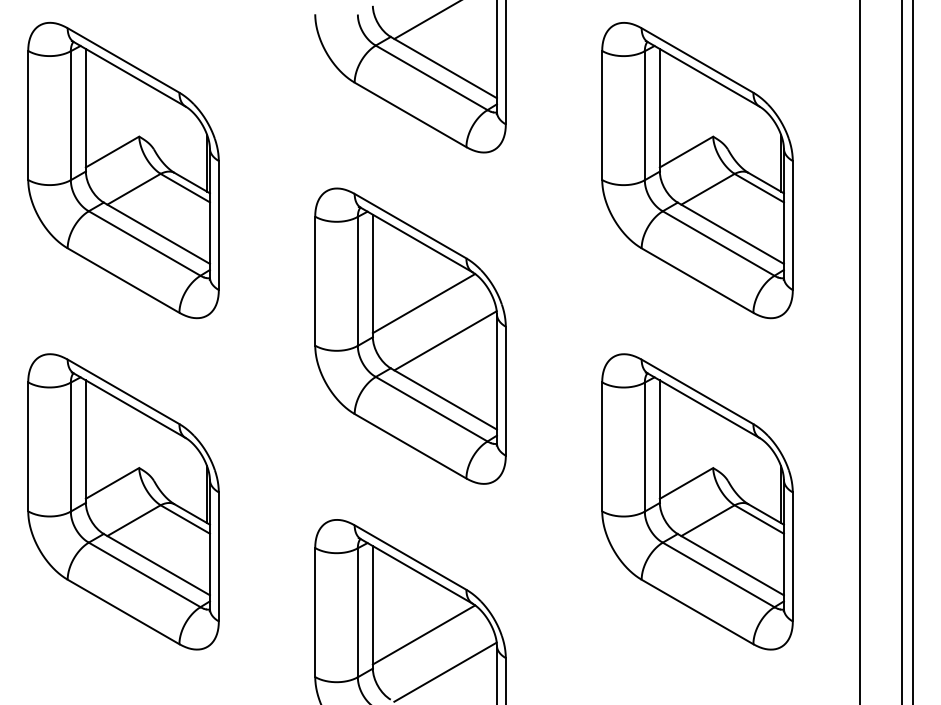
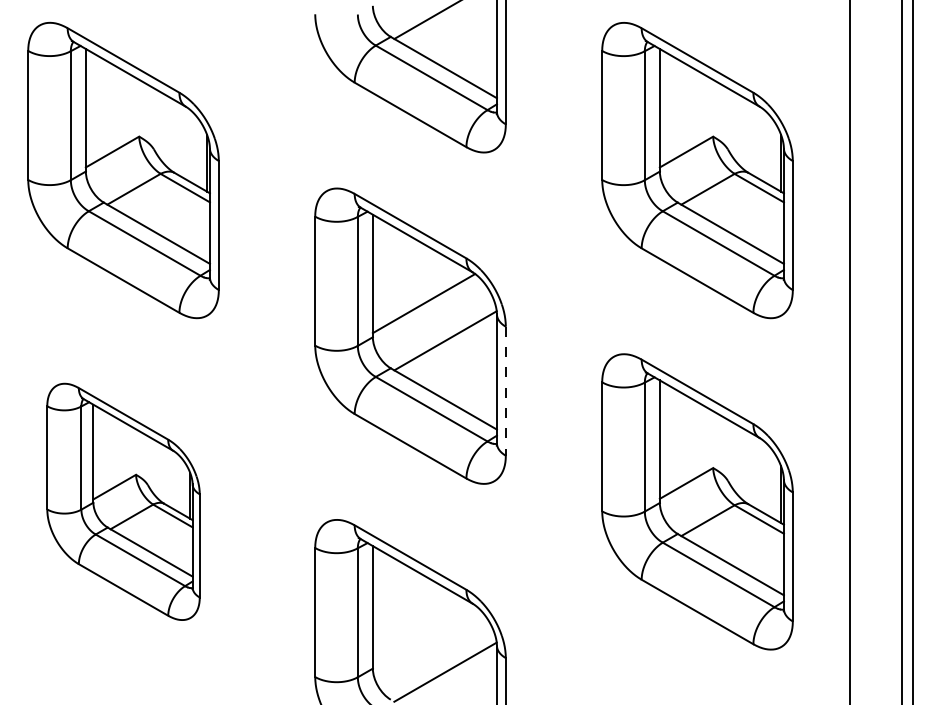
line at (859, 351) position: (859, 351) -> (849, 351)
line at (505, 391): solid -> dashed
part at (123, 501) size: 193x298 px -> 155x239 px
line at (423, 634): present -> none
